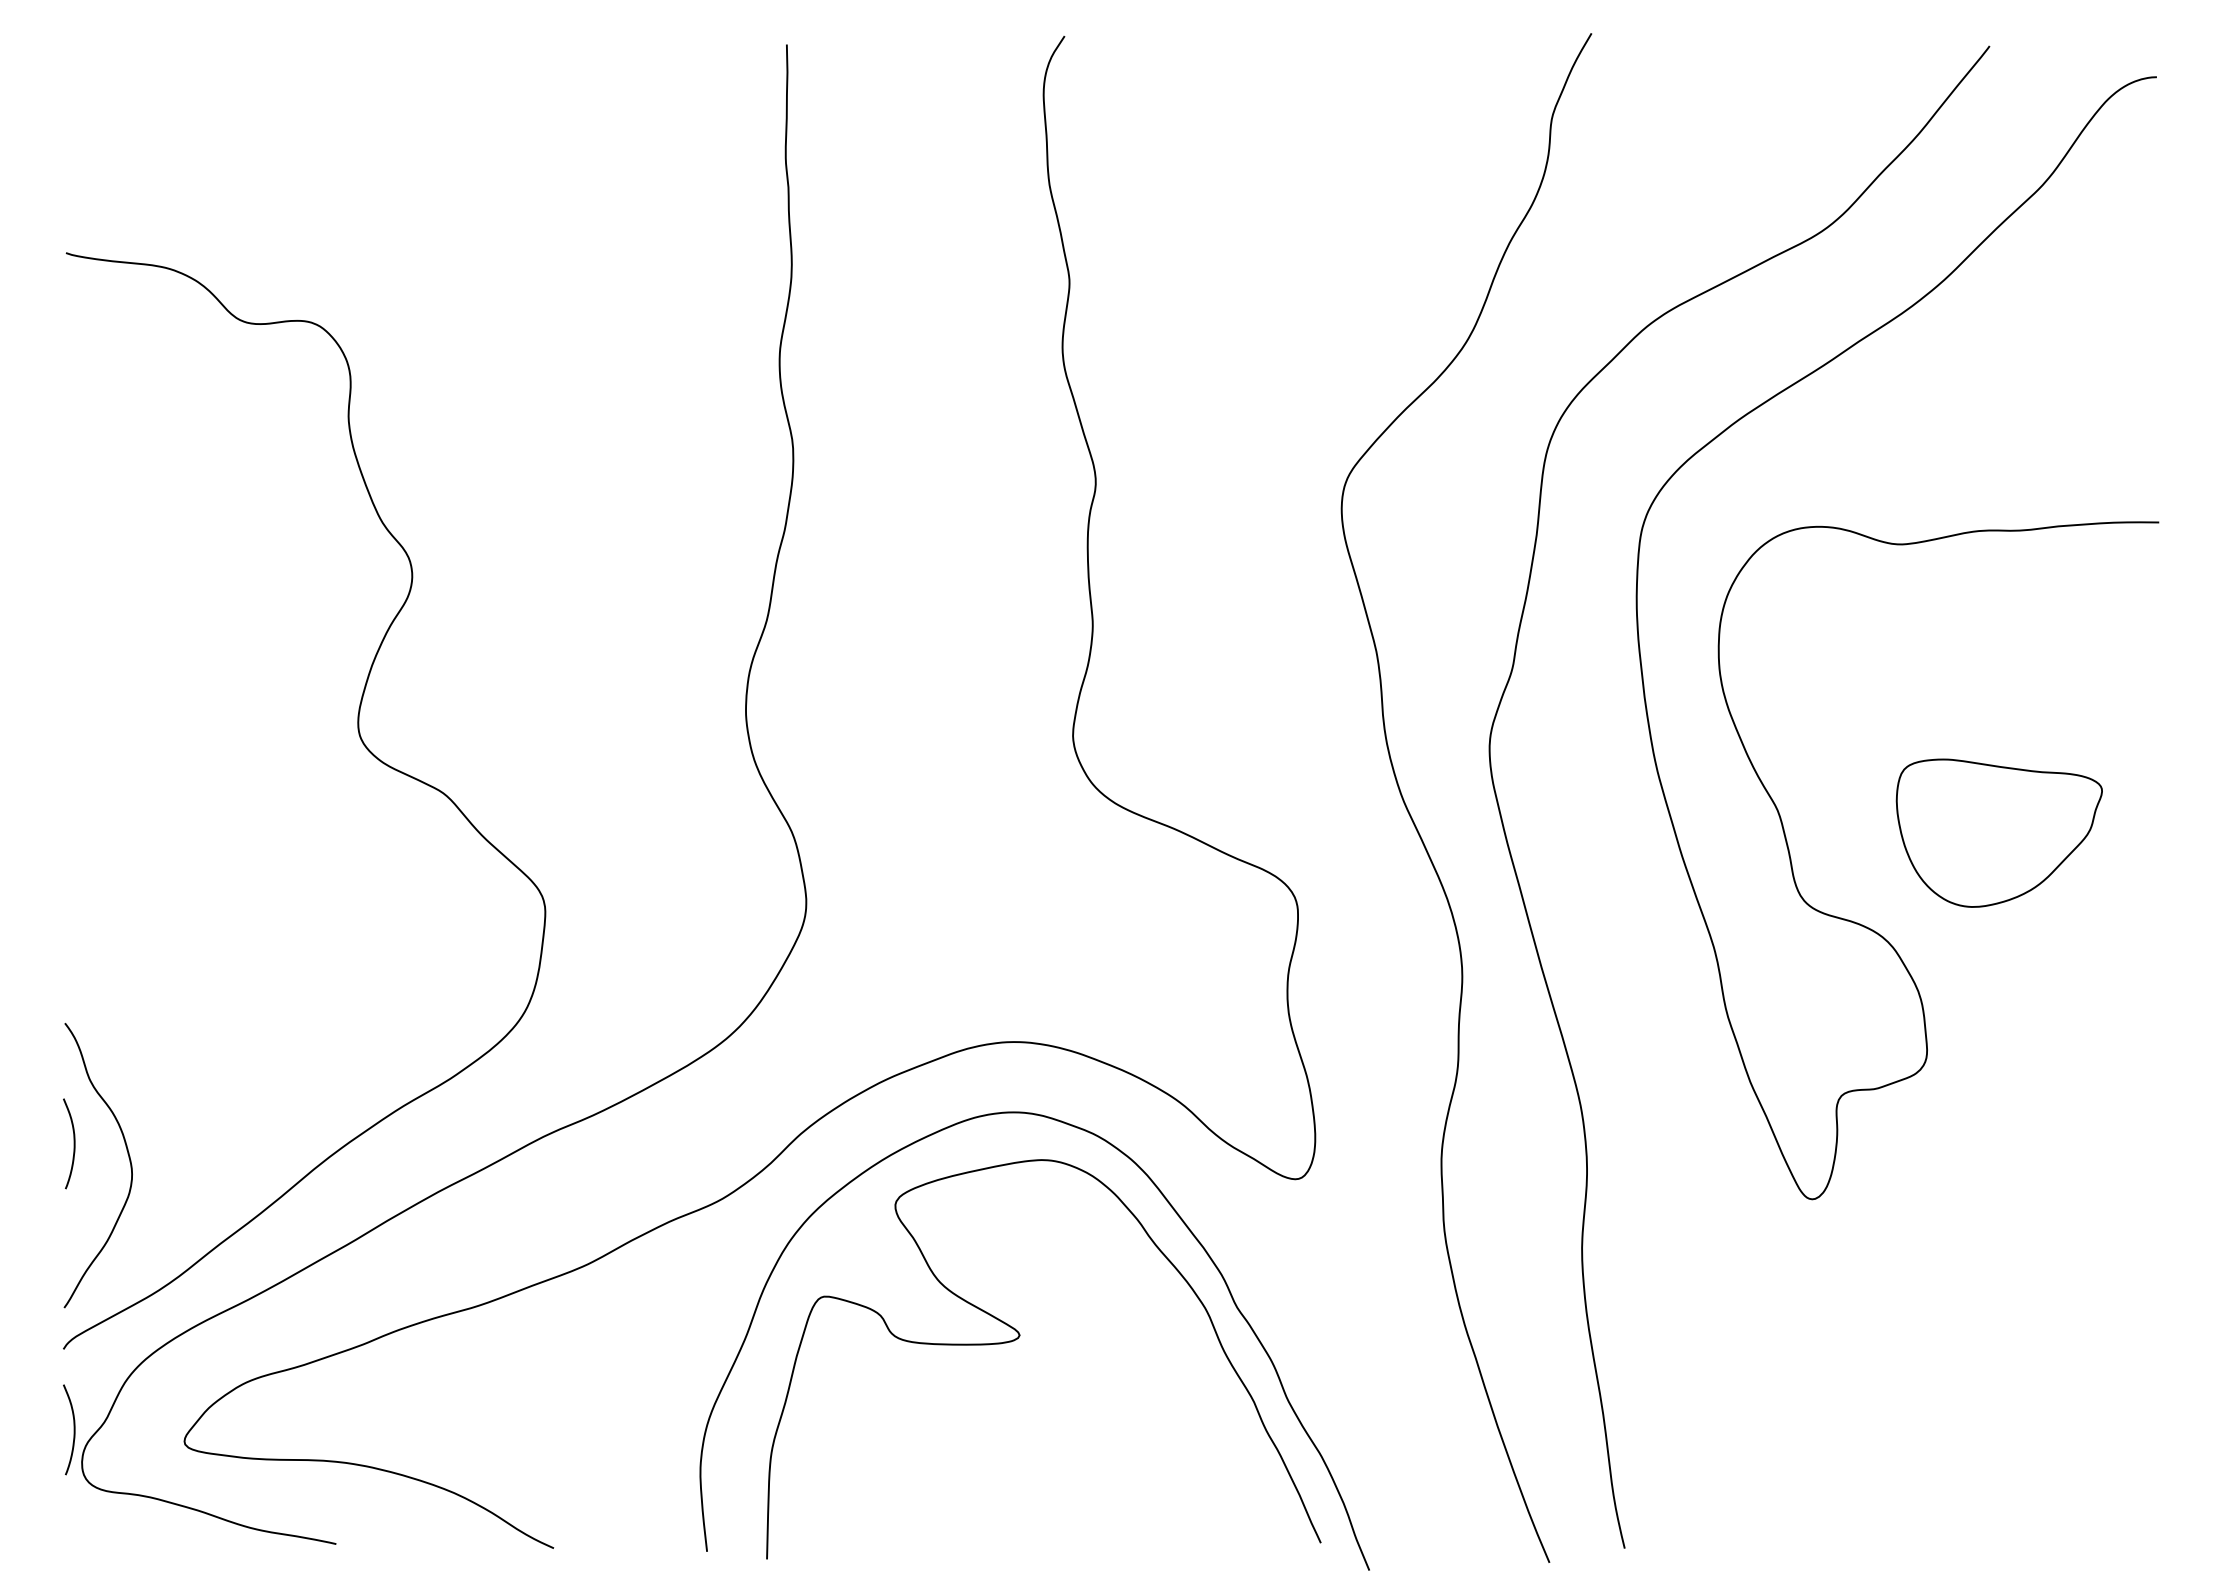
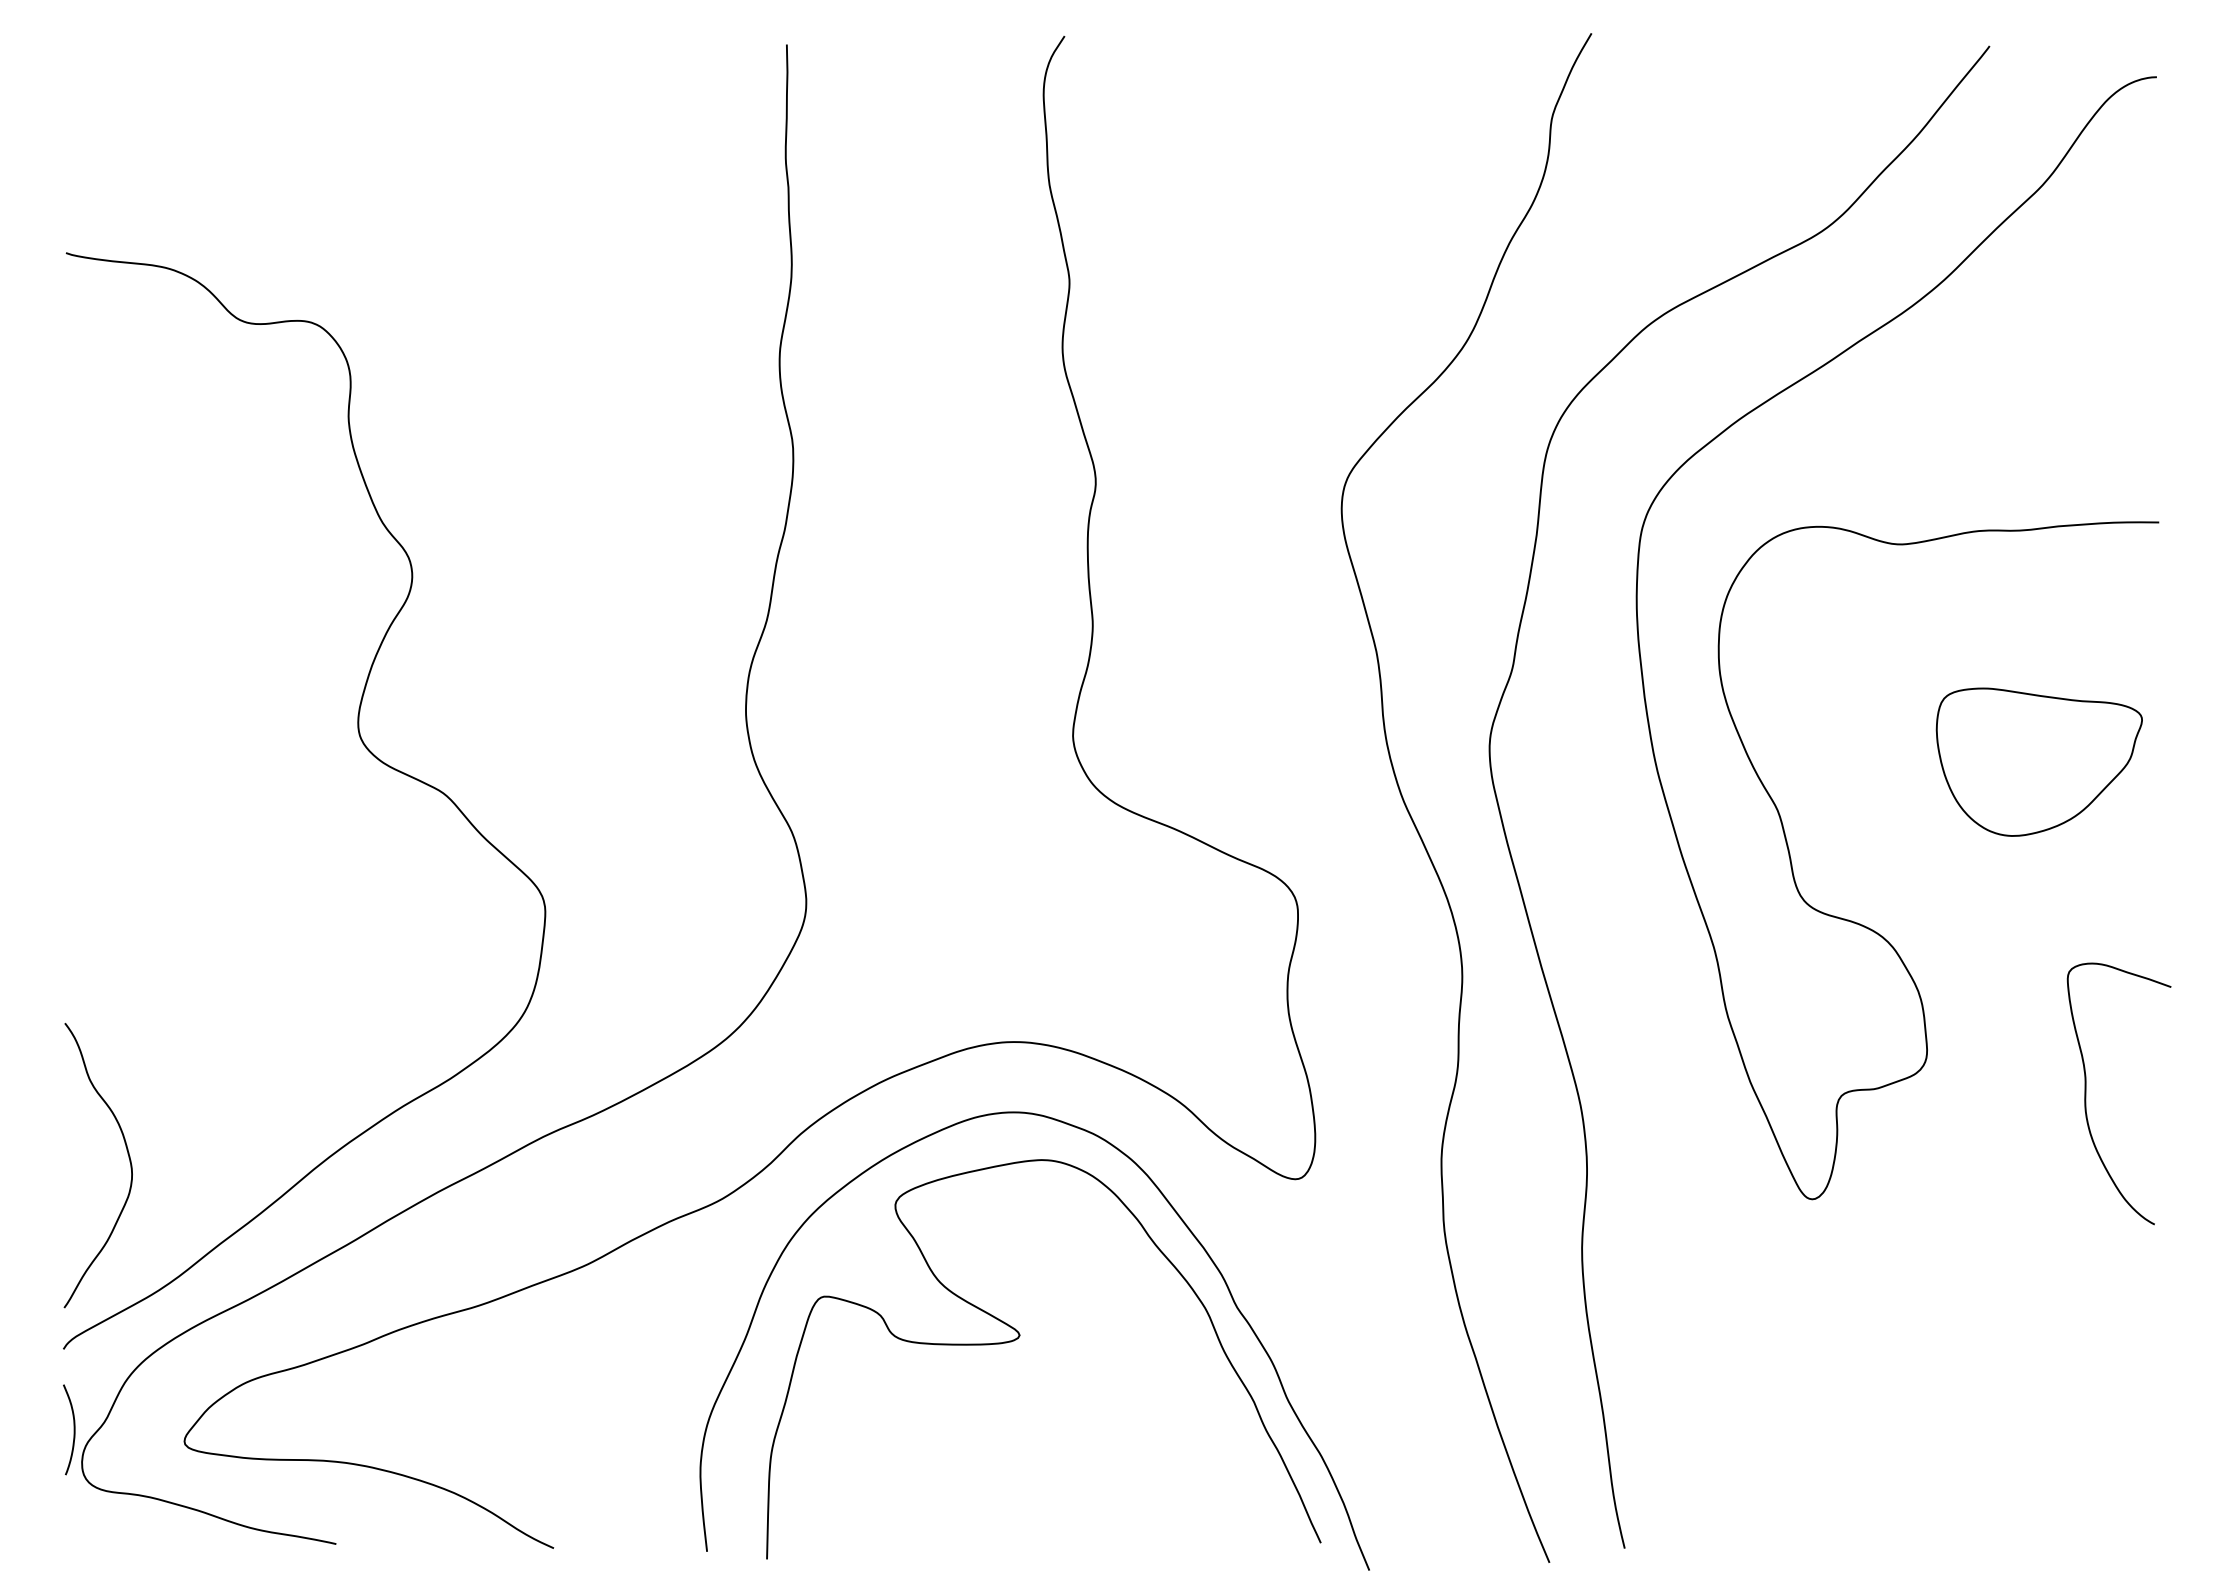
part at (1998, 832) position: (1998, 832) -> (2038, 761)
curve at (2086, 1093): none -> present
curve at (73, 1143): present -> none
